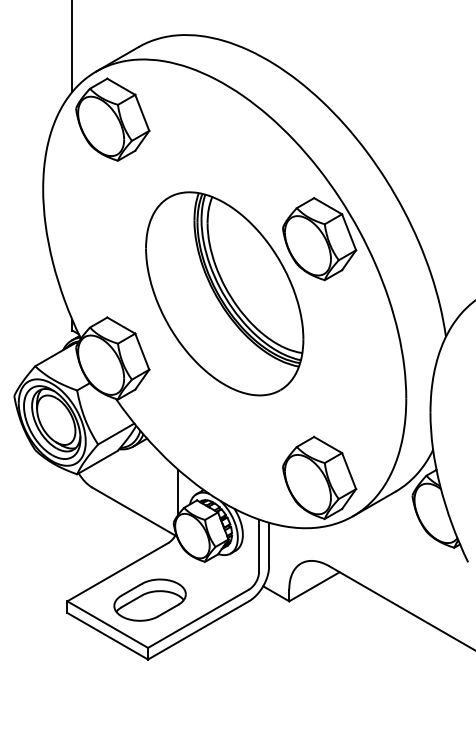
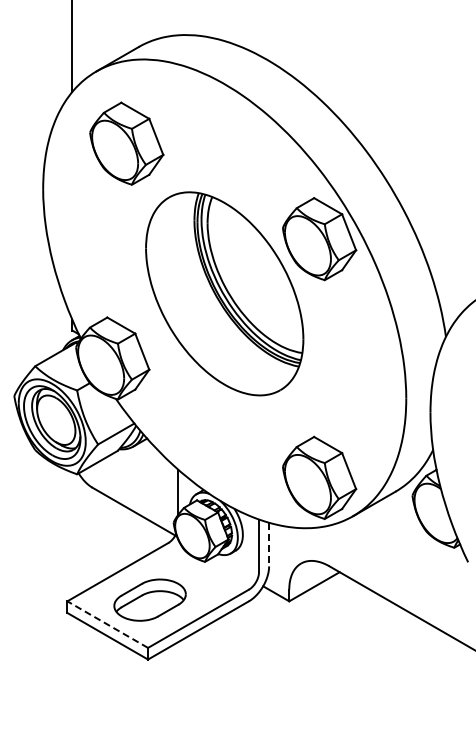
part at (112, 119) position: (112, 119) -> (126, 143)
line at (269, 544): solid -> dashed
line at (107, 624): solid -> dashed
